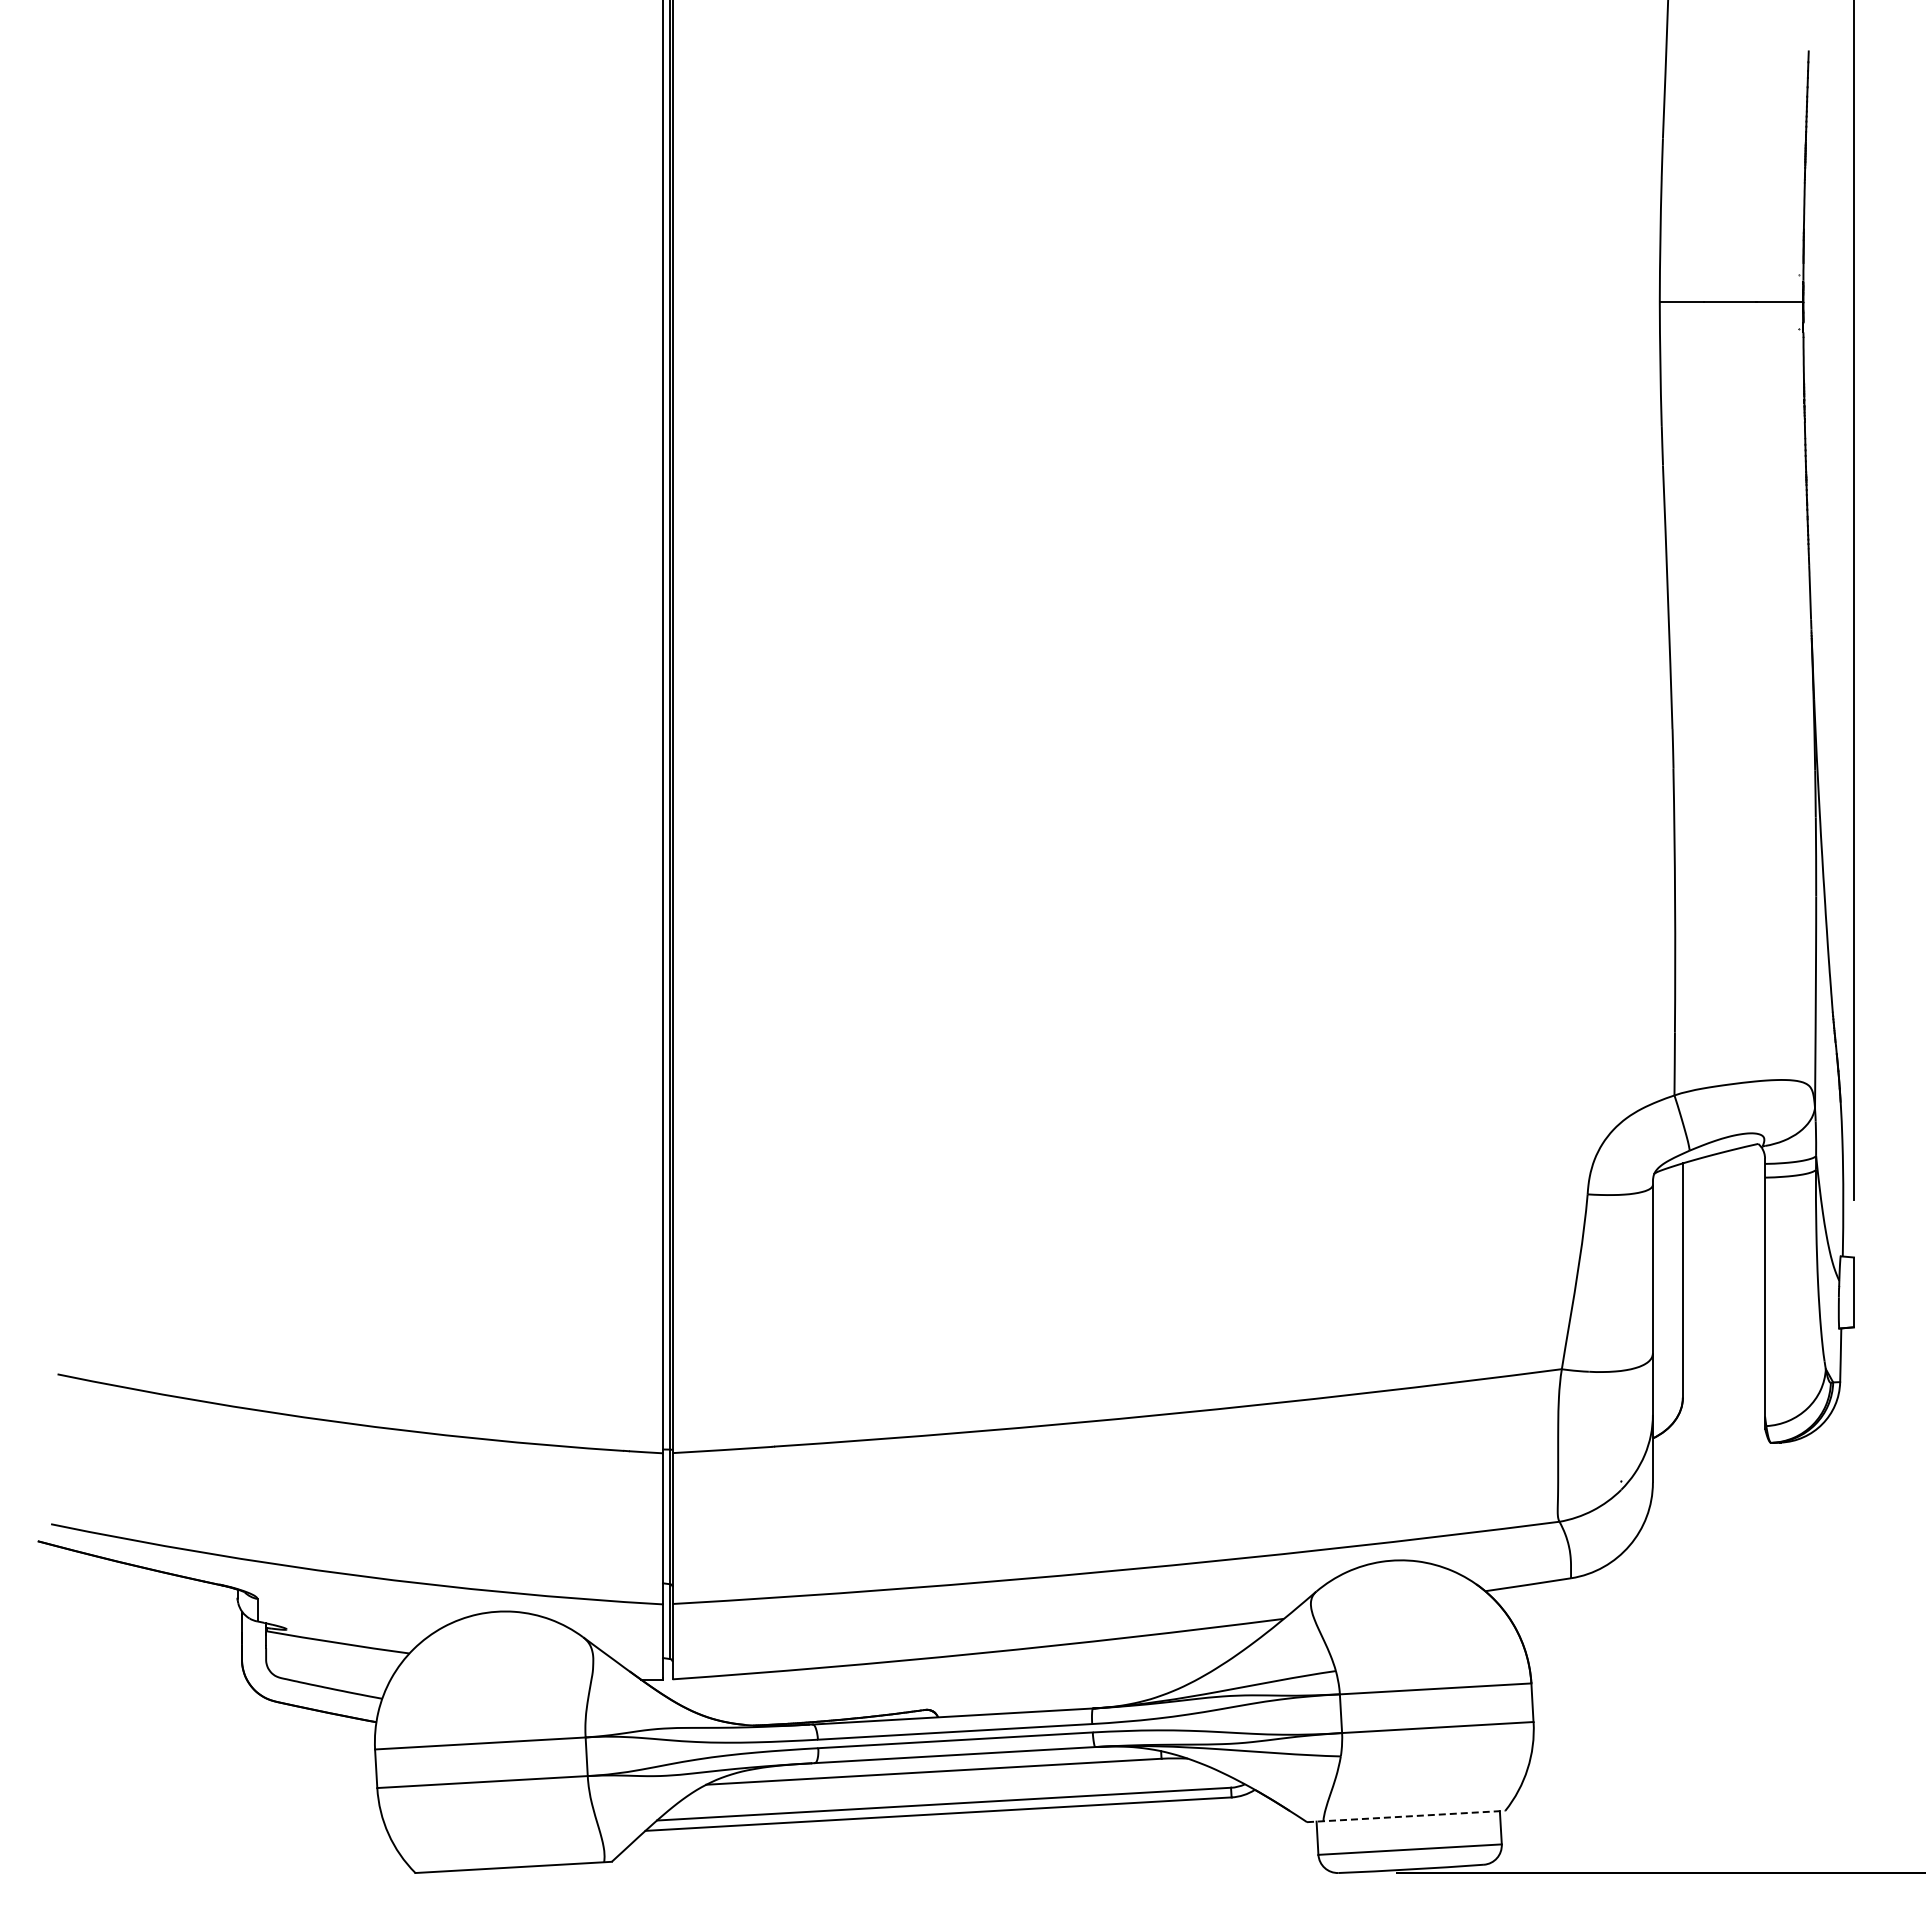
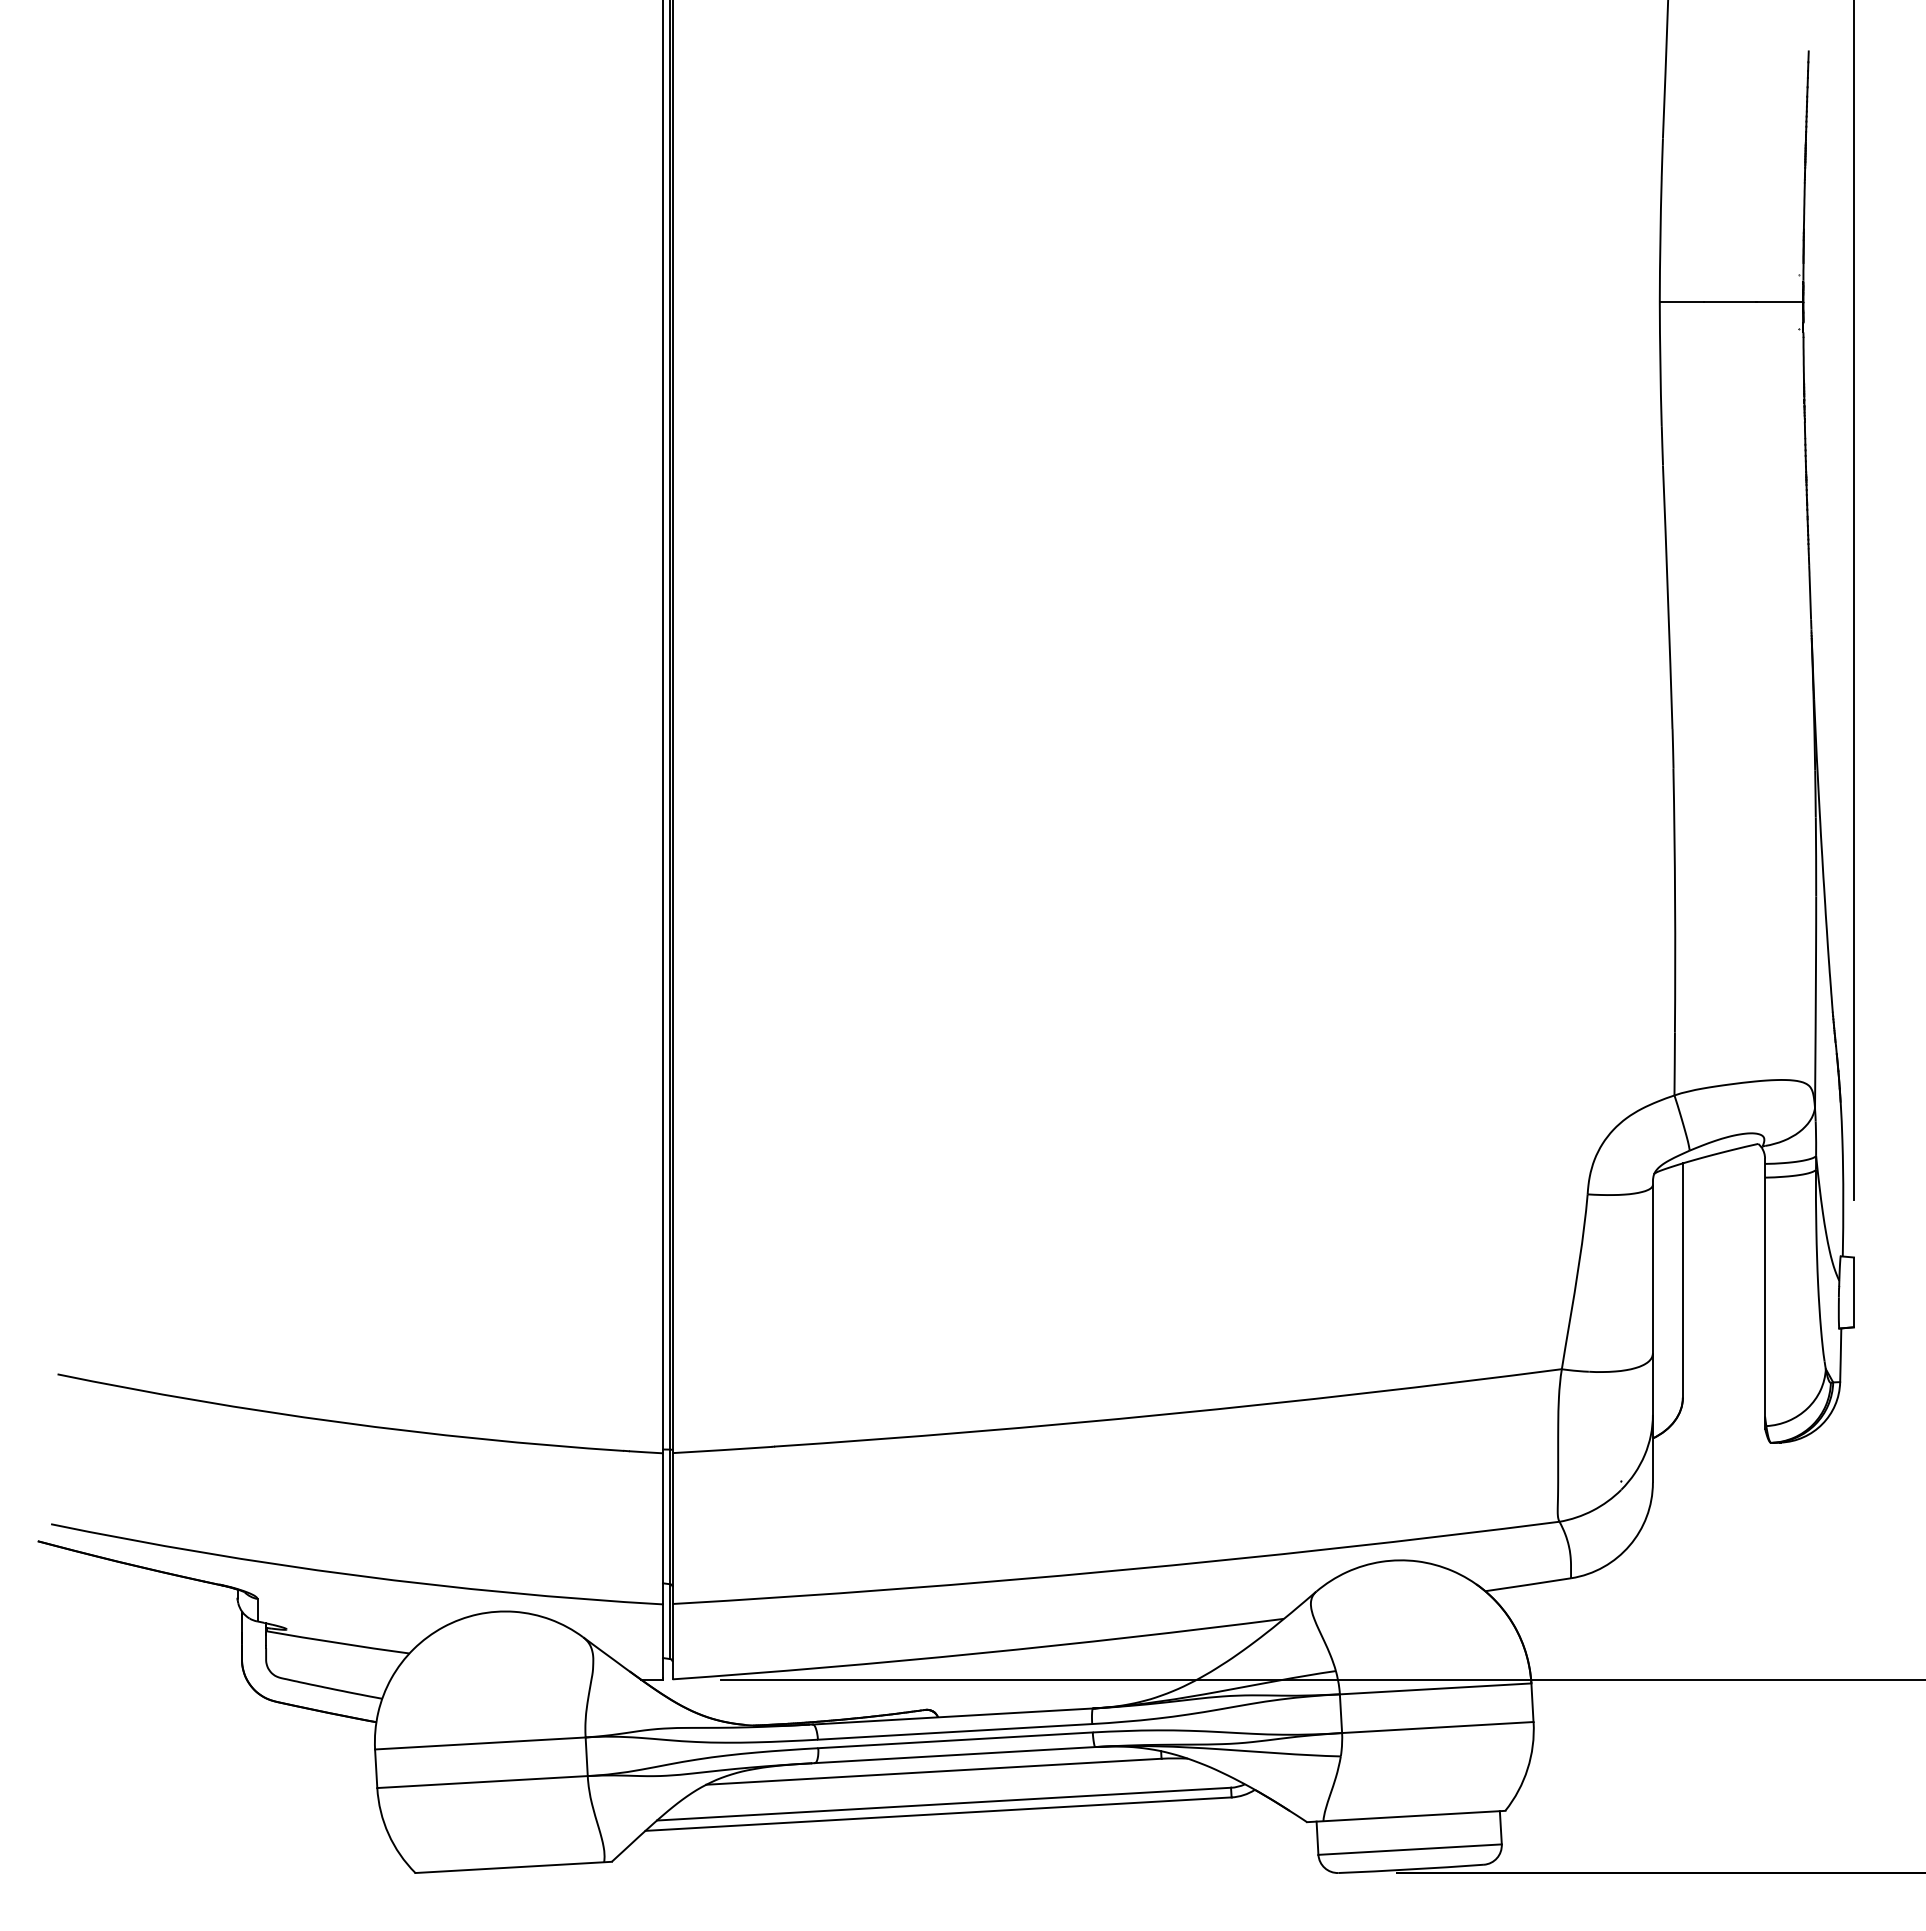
line at (1321, 1679): none -> present
line at (1406, 1816): dashed -> solid
